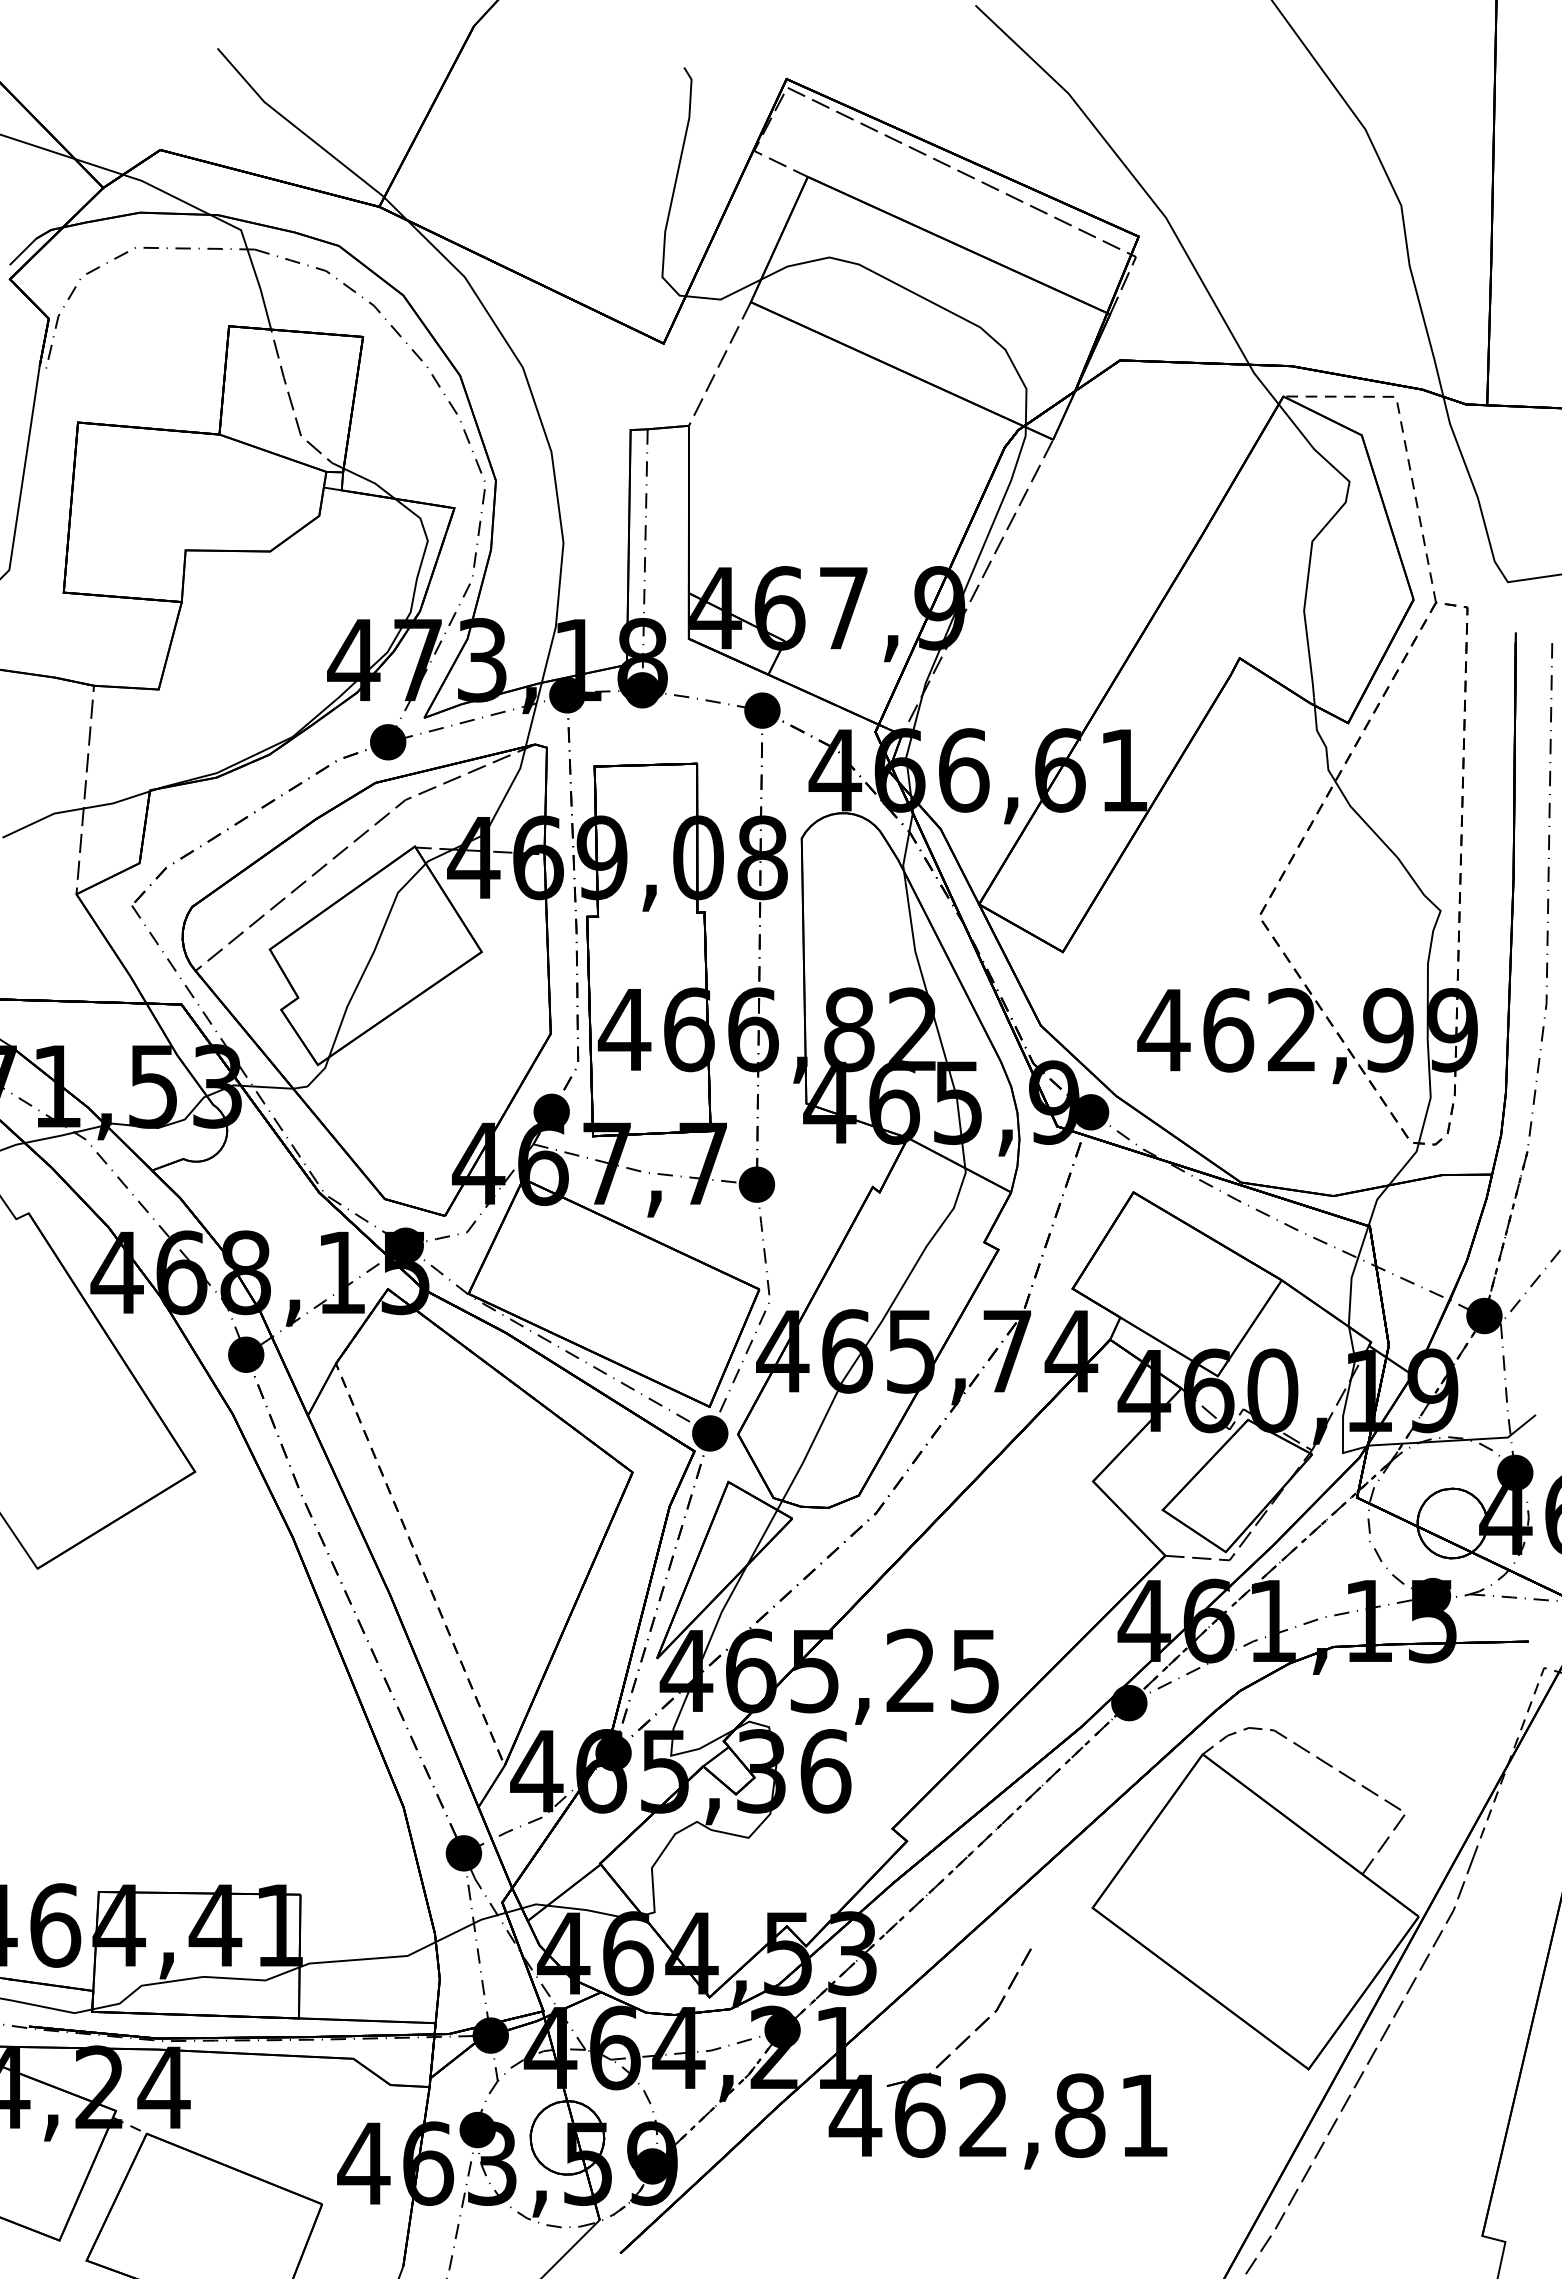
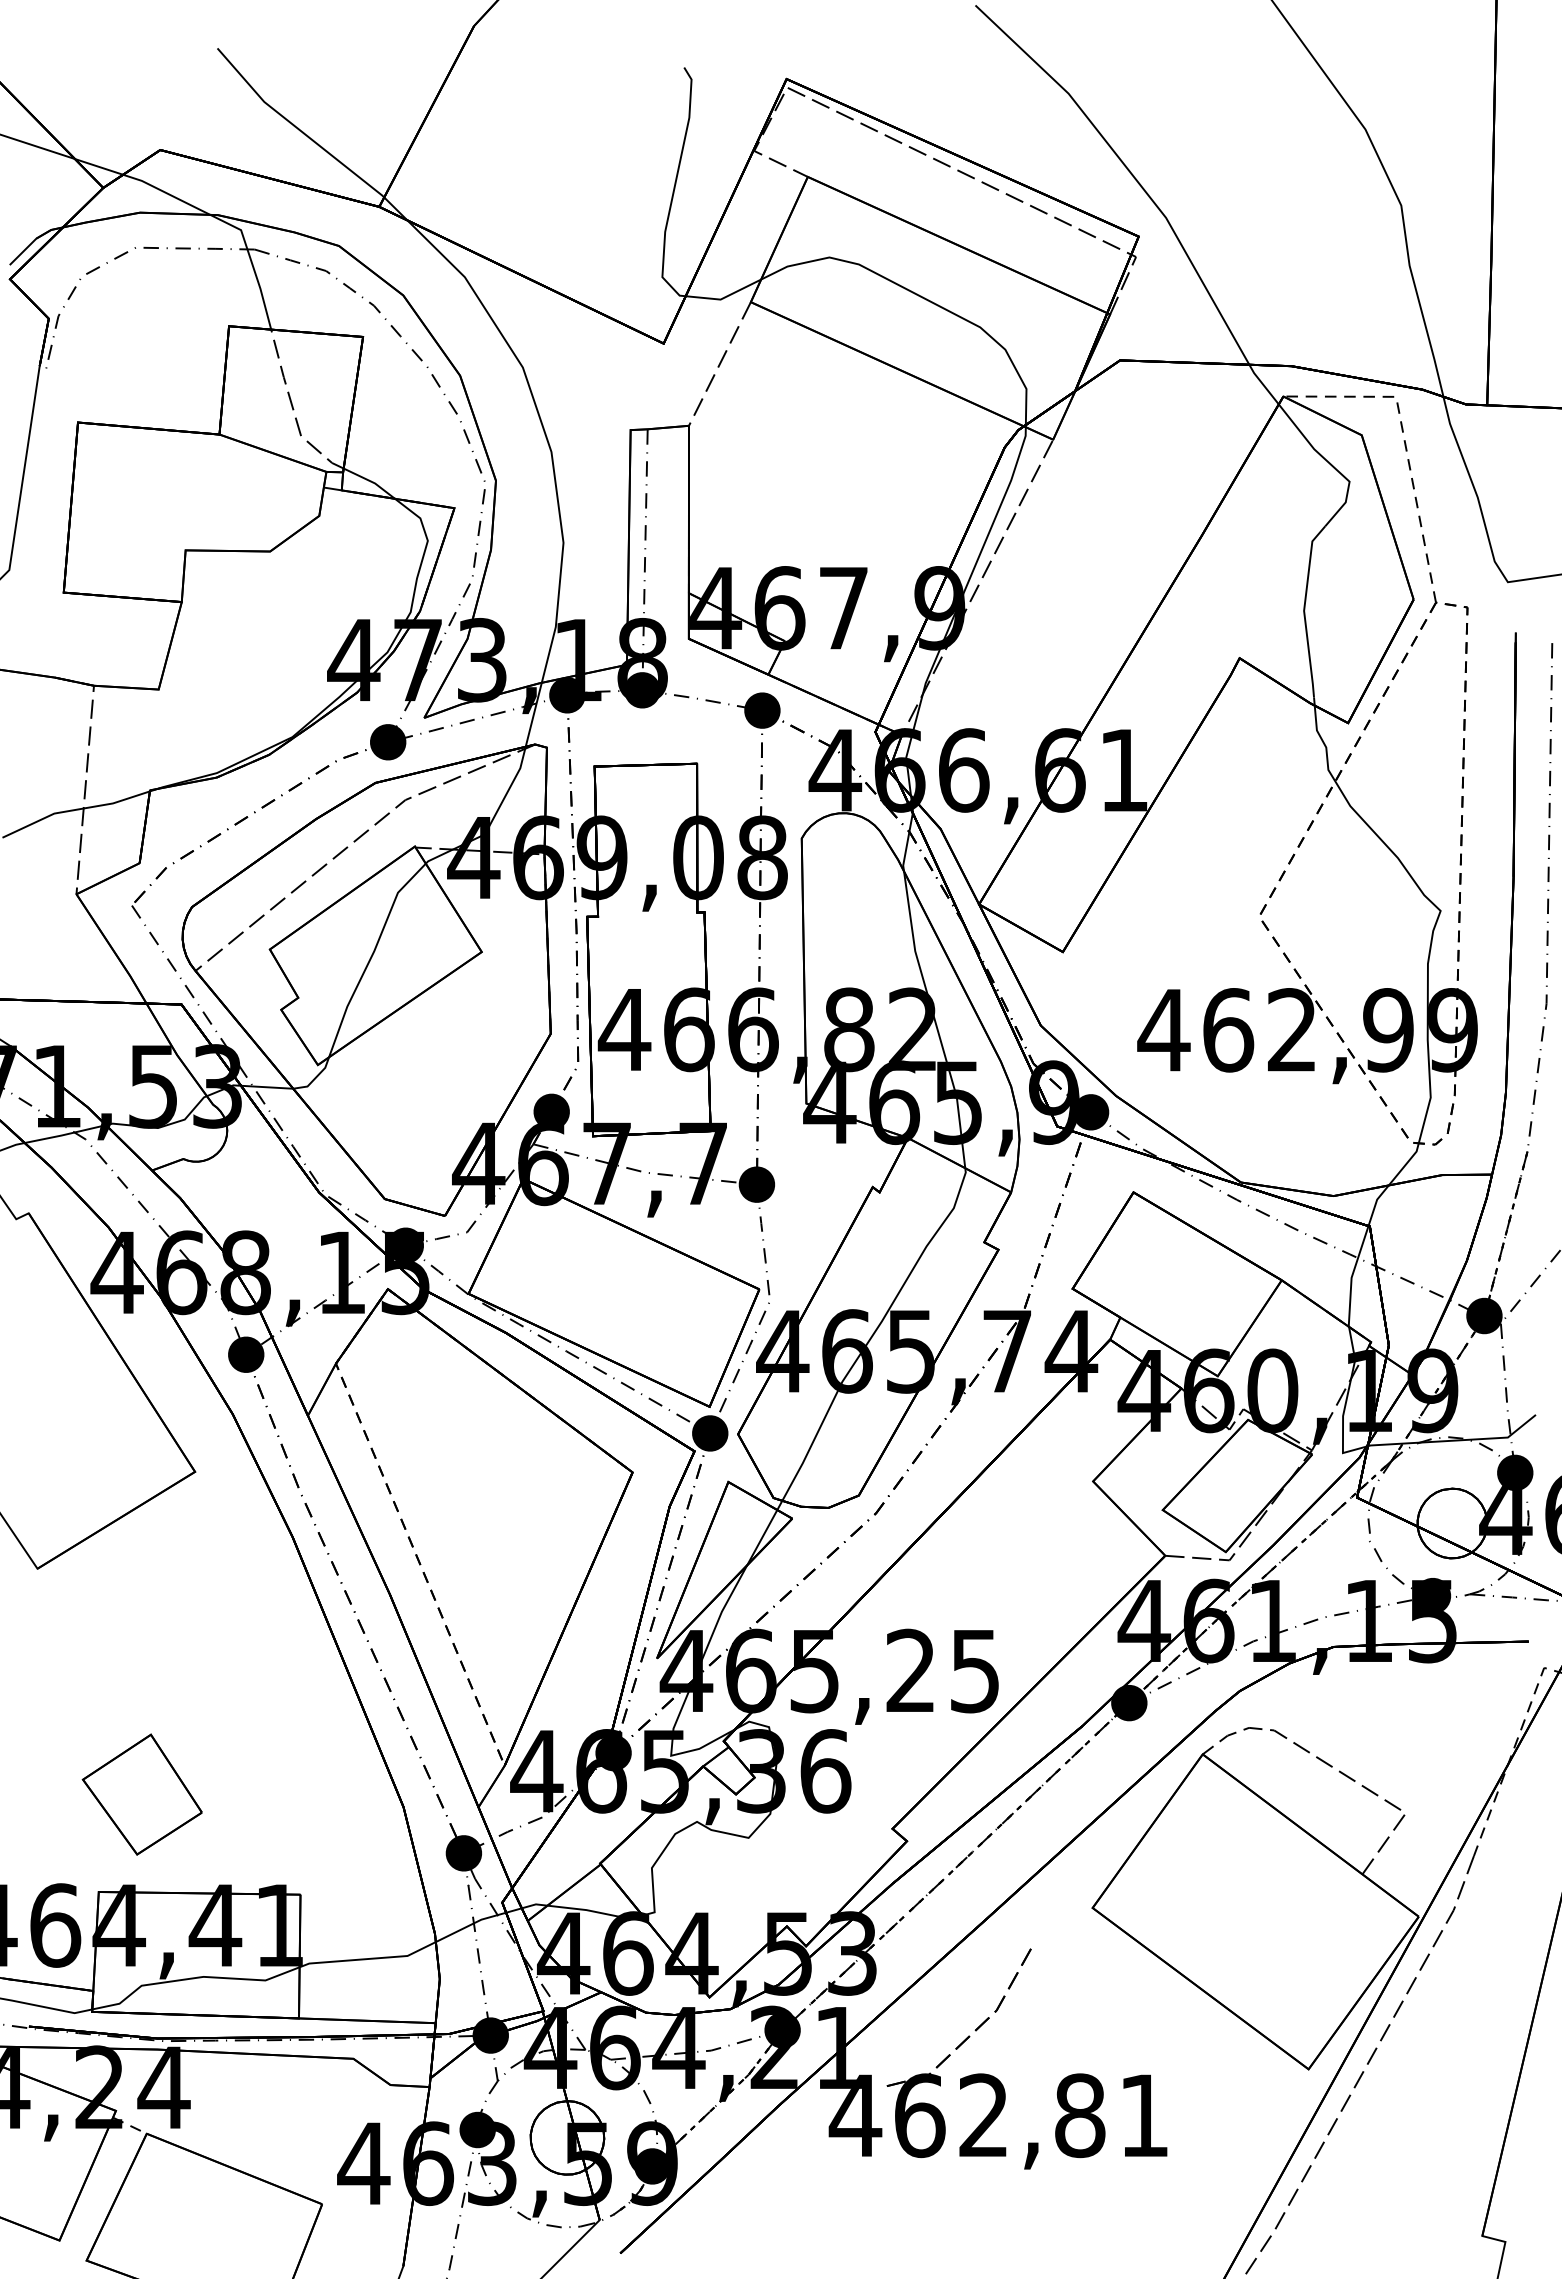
part at (141, 1794): none -> present
